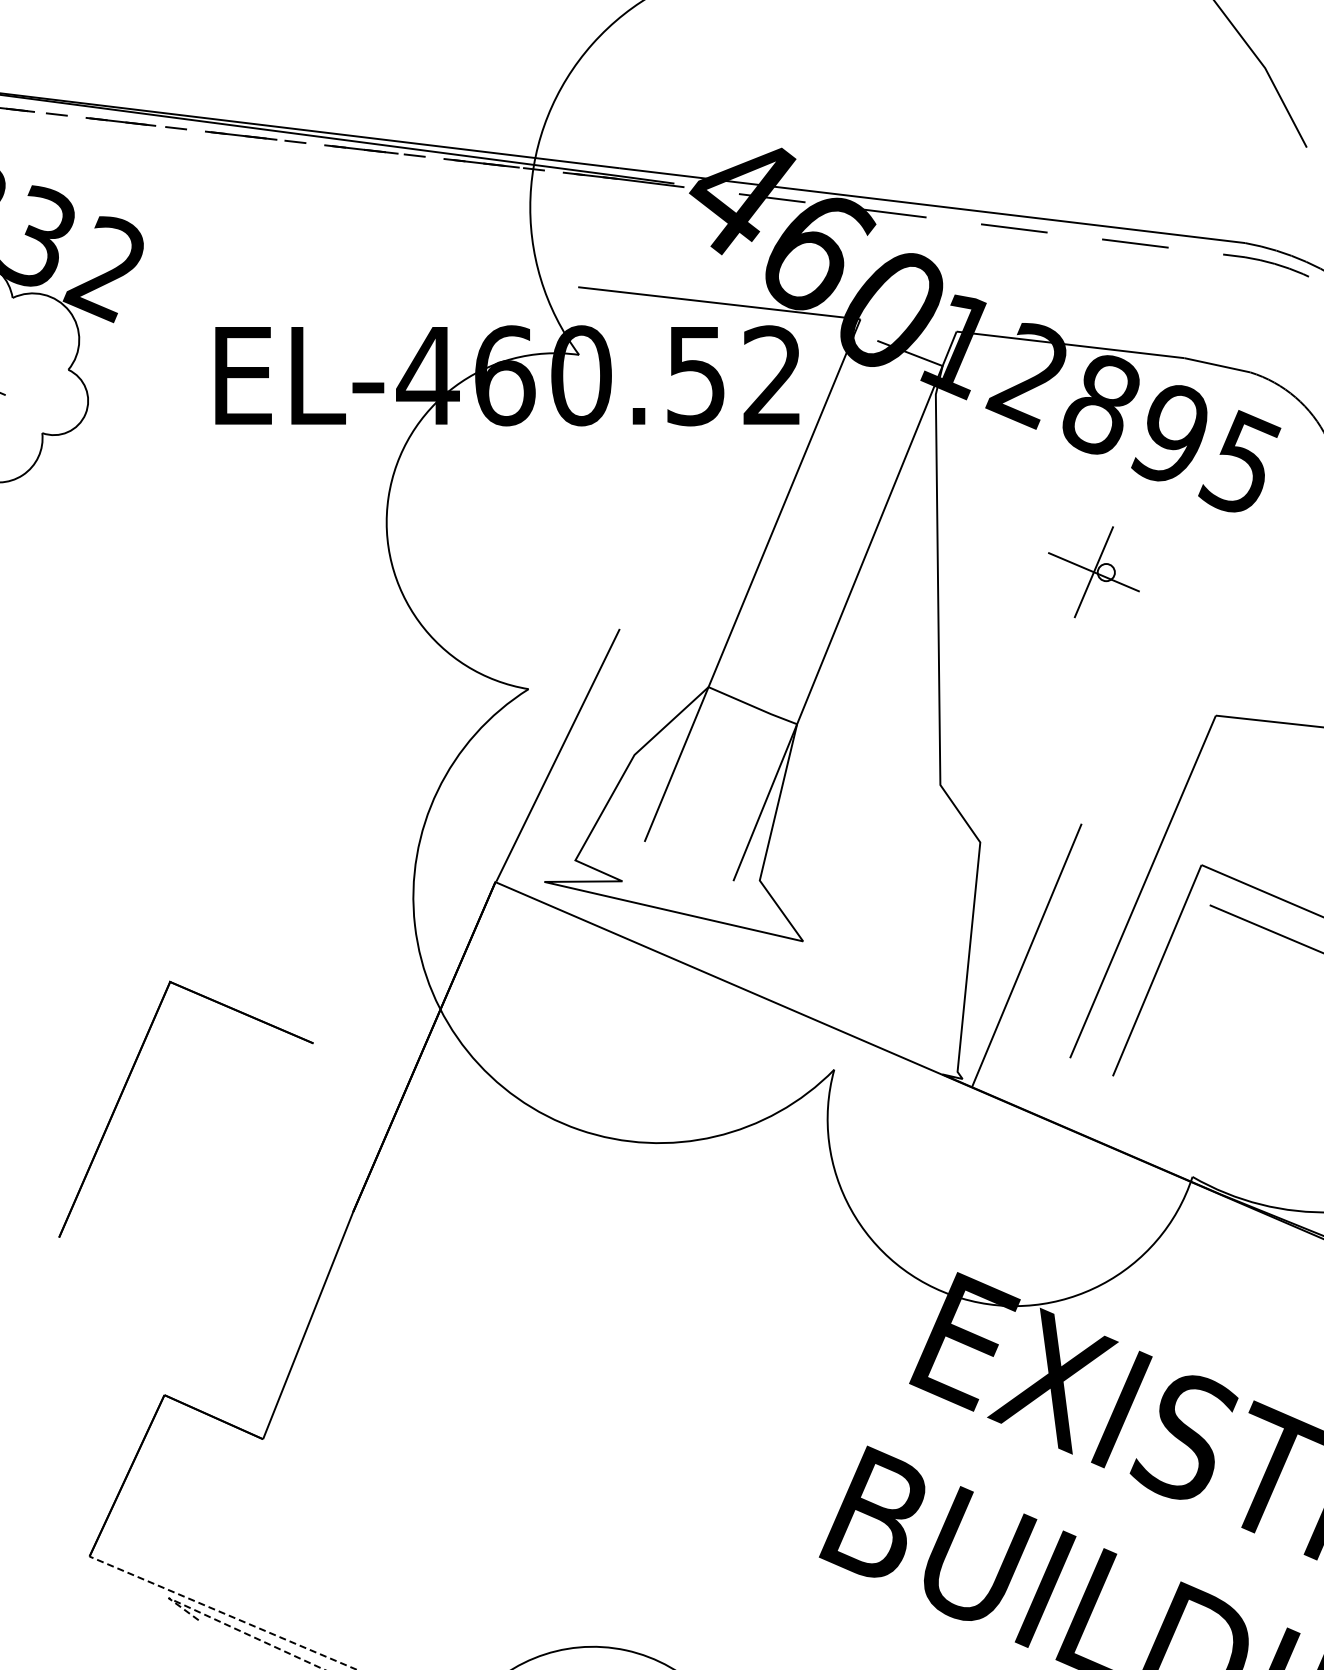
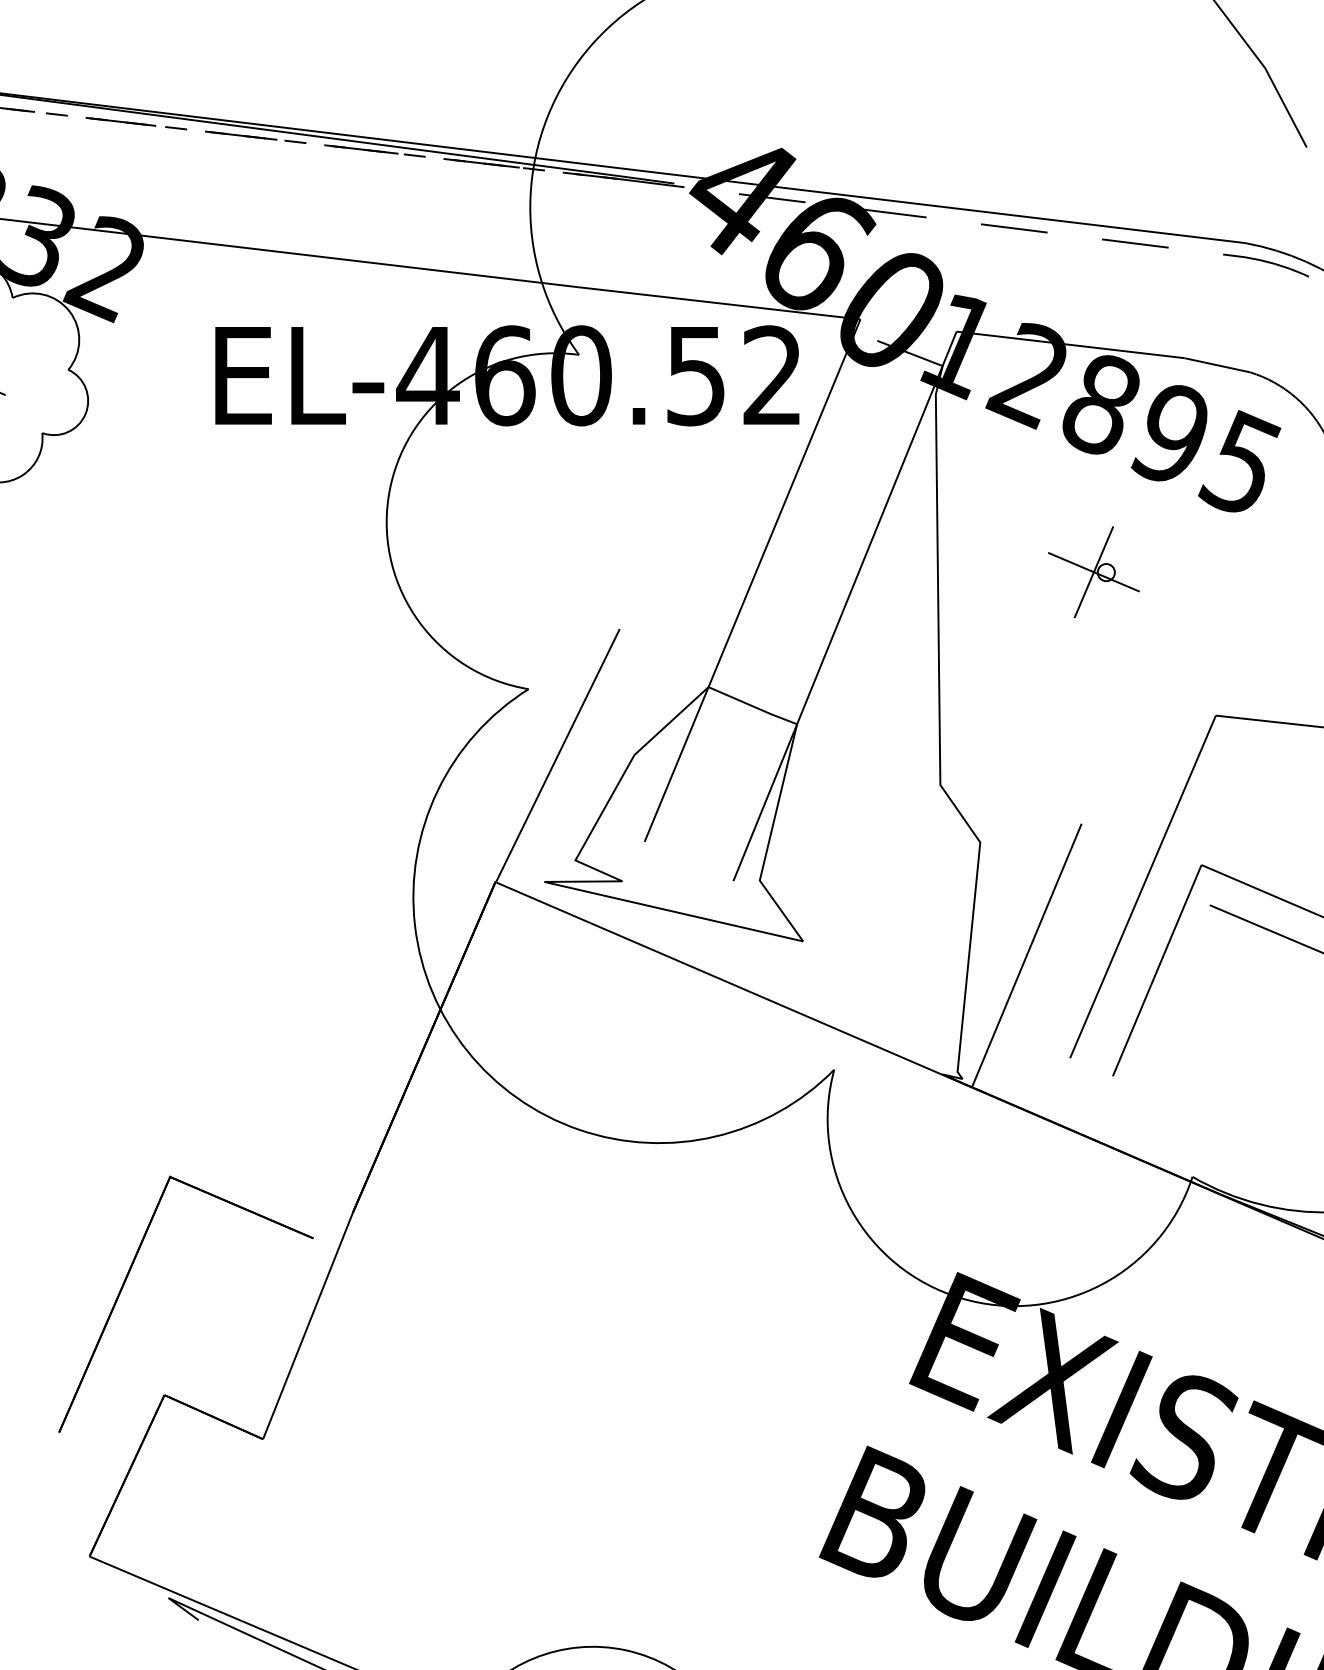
line at (290, 253): none -> present
part at (127, 1083) position: (127, 1083) -> (127, 1278)
line at (222, 1613): dashed -> solid
line at (228, 1625): dashed -> solid
